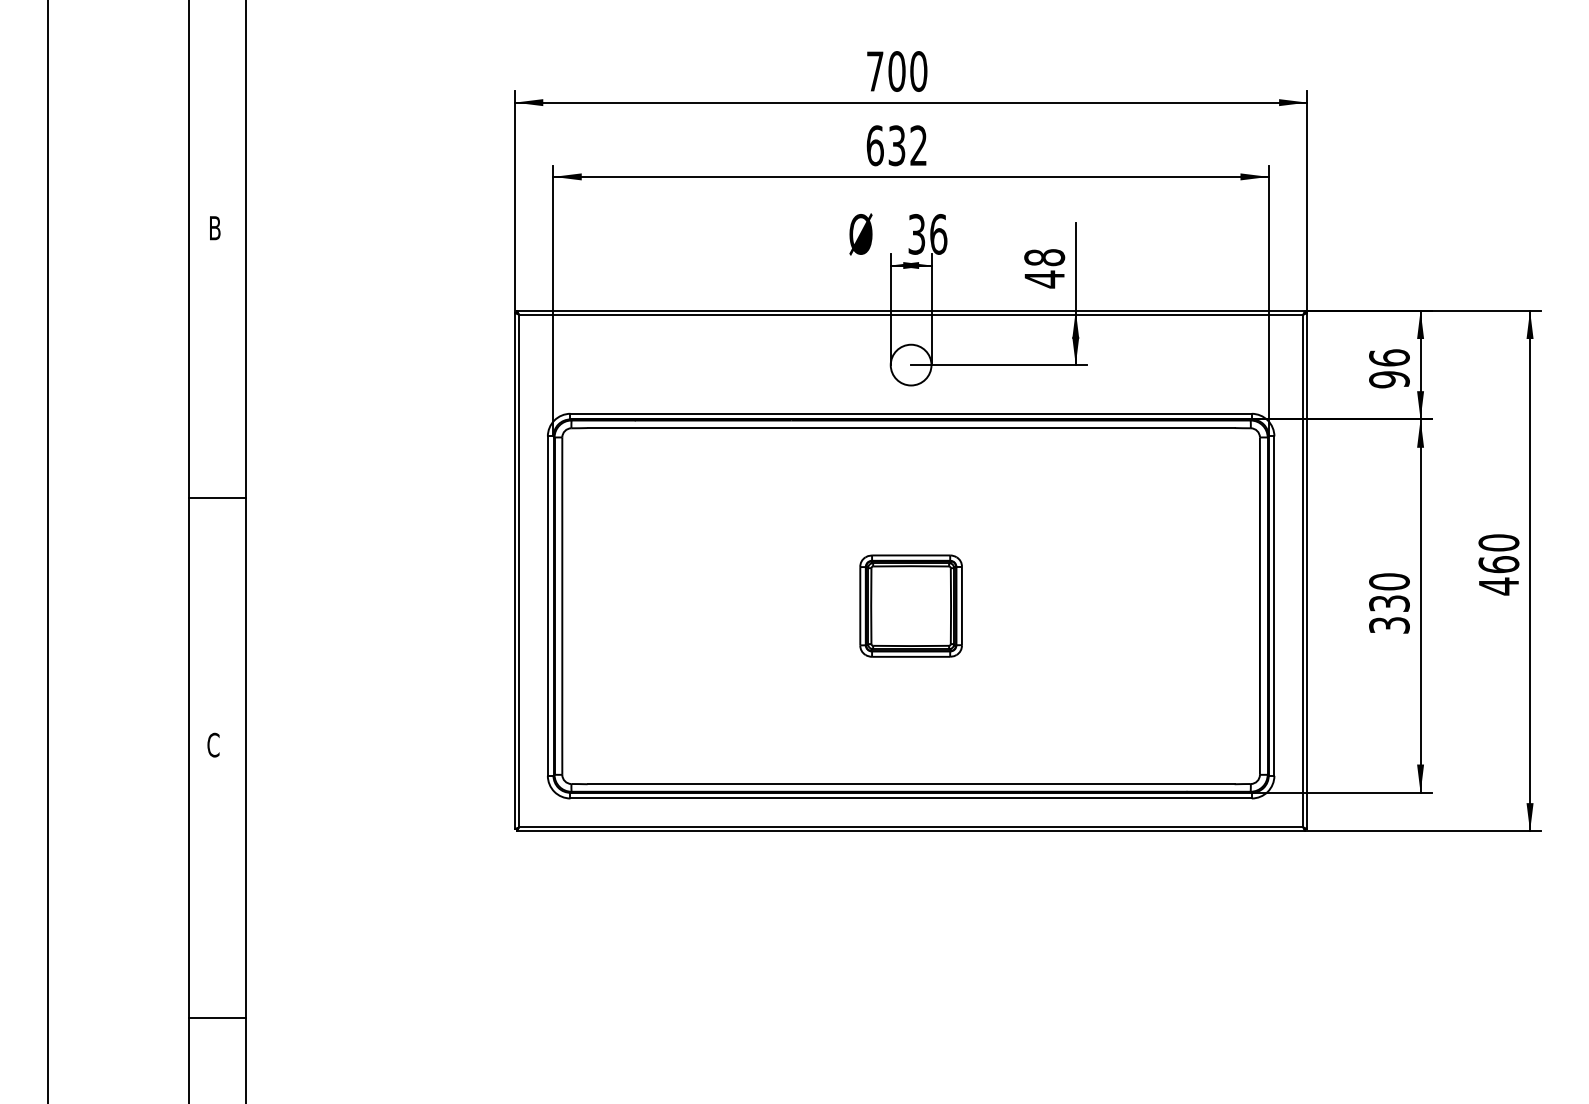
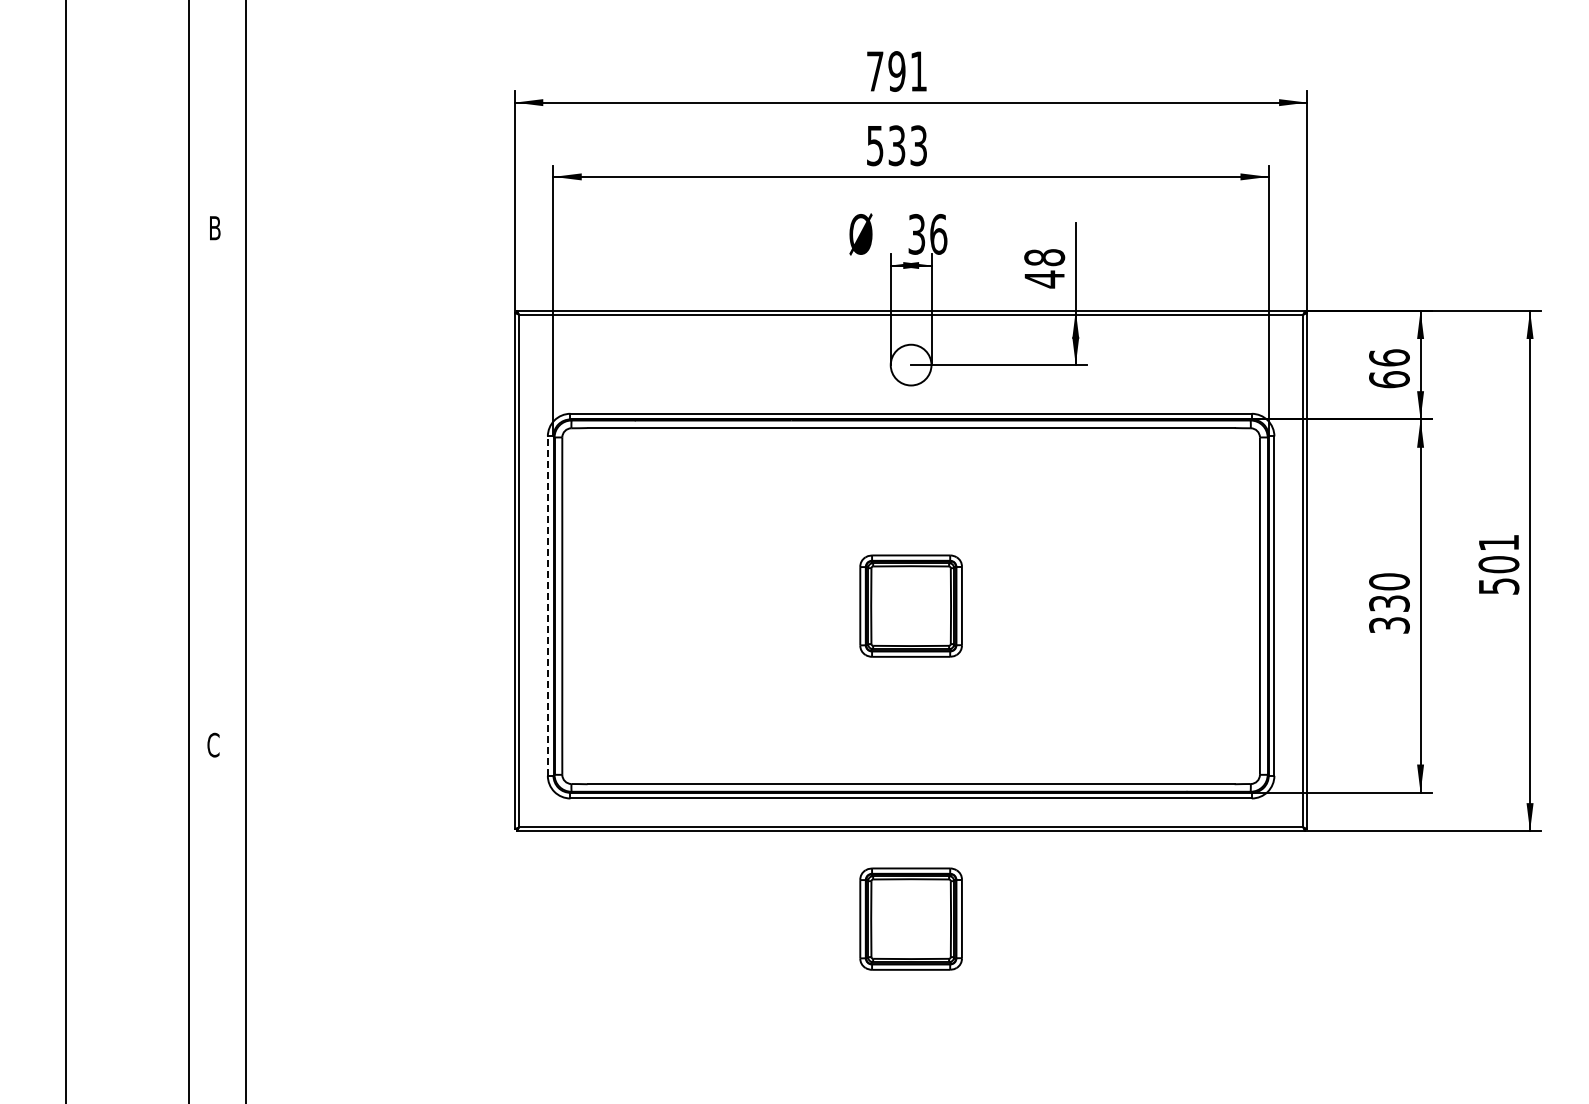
text at (907, 71): 700 -> 791
text at (896, 145): 632 -> 533
text at (1389, 379): 96 -> 66
line at (217, 497): present -> none
line at (47, 551) position: (47, 551) -> (65, 551)
text at (1498, 564): 460 -> 501
line at (547, 606): solid -> dashed
part at (910, 918): none -> present
line at (217, 1018): present -> none
